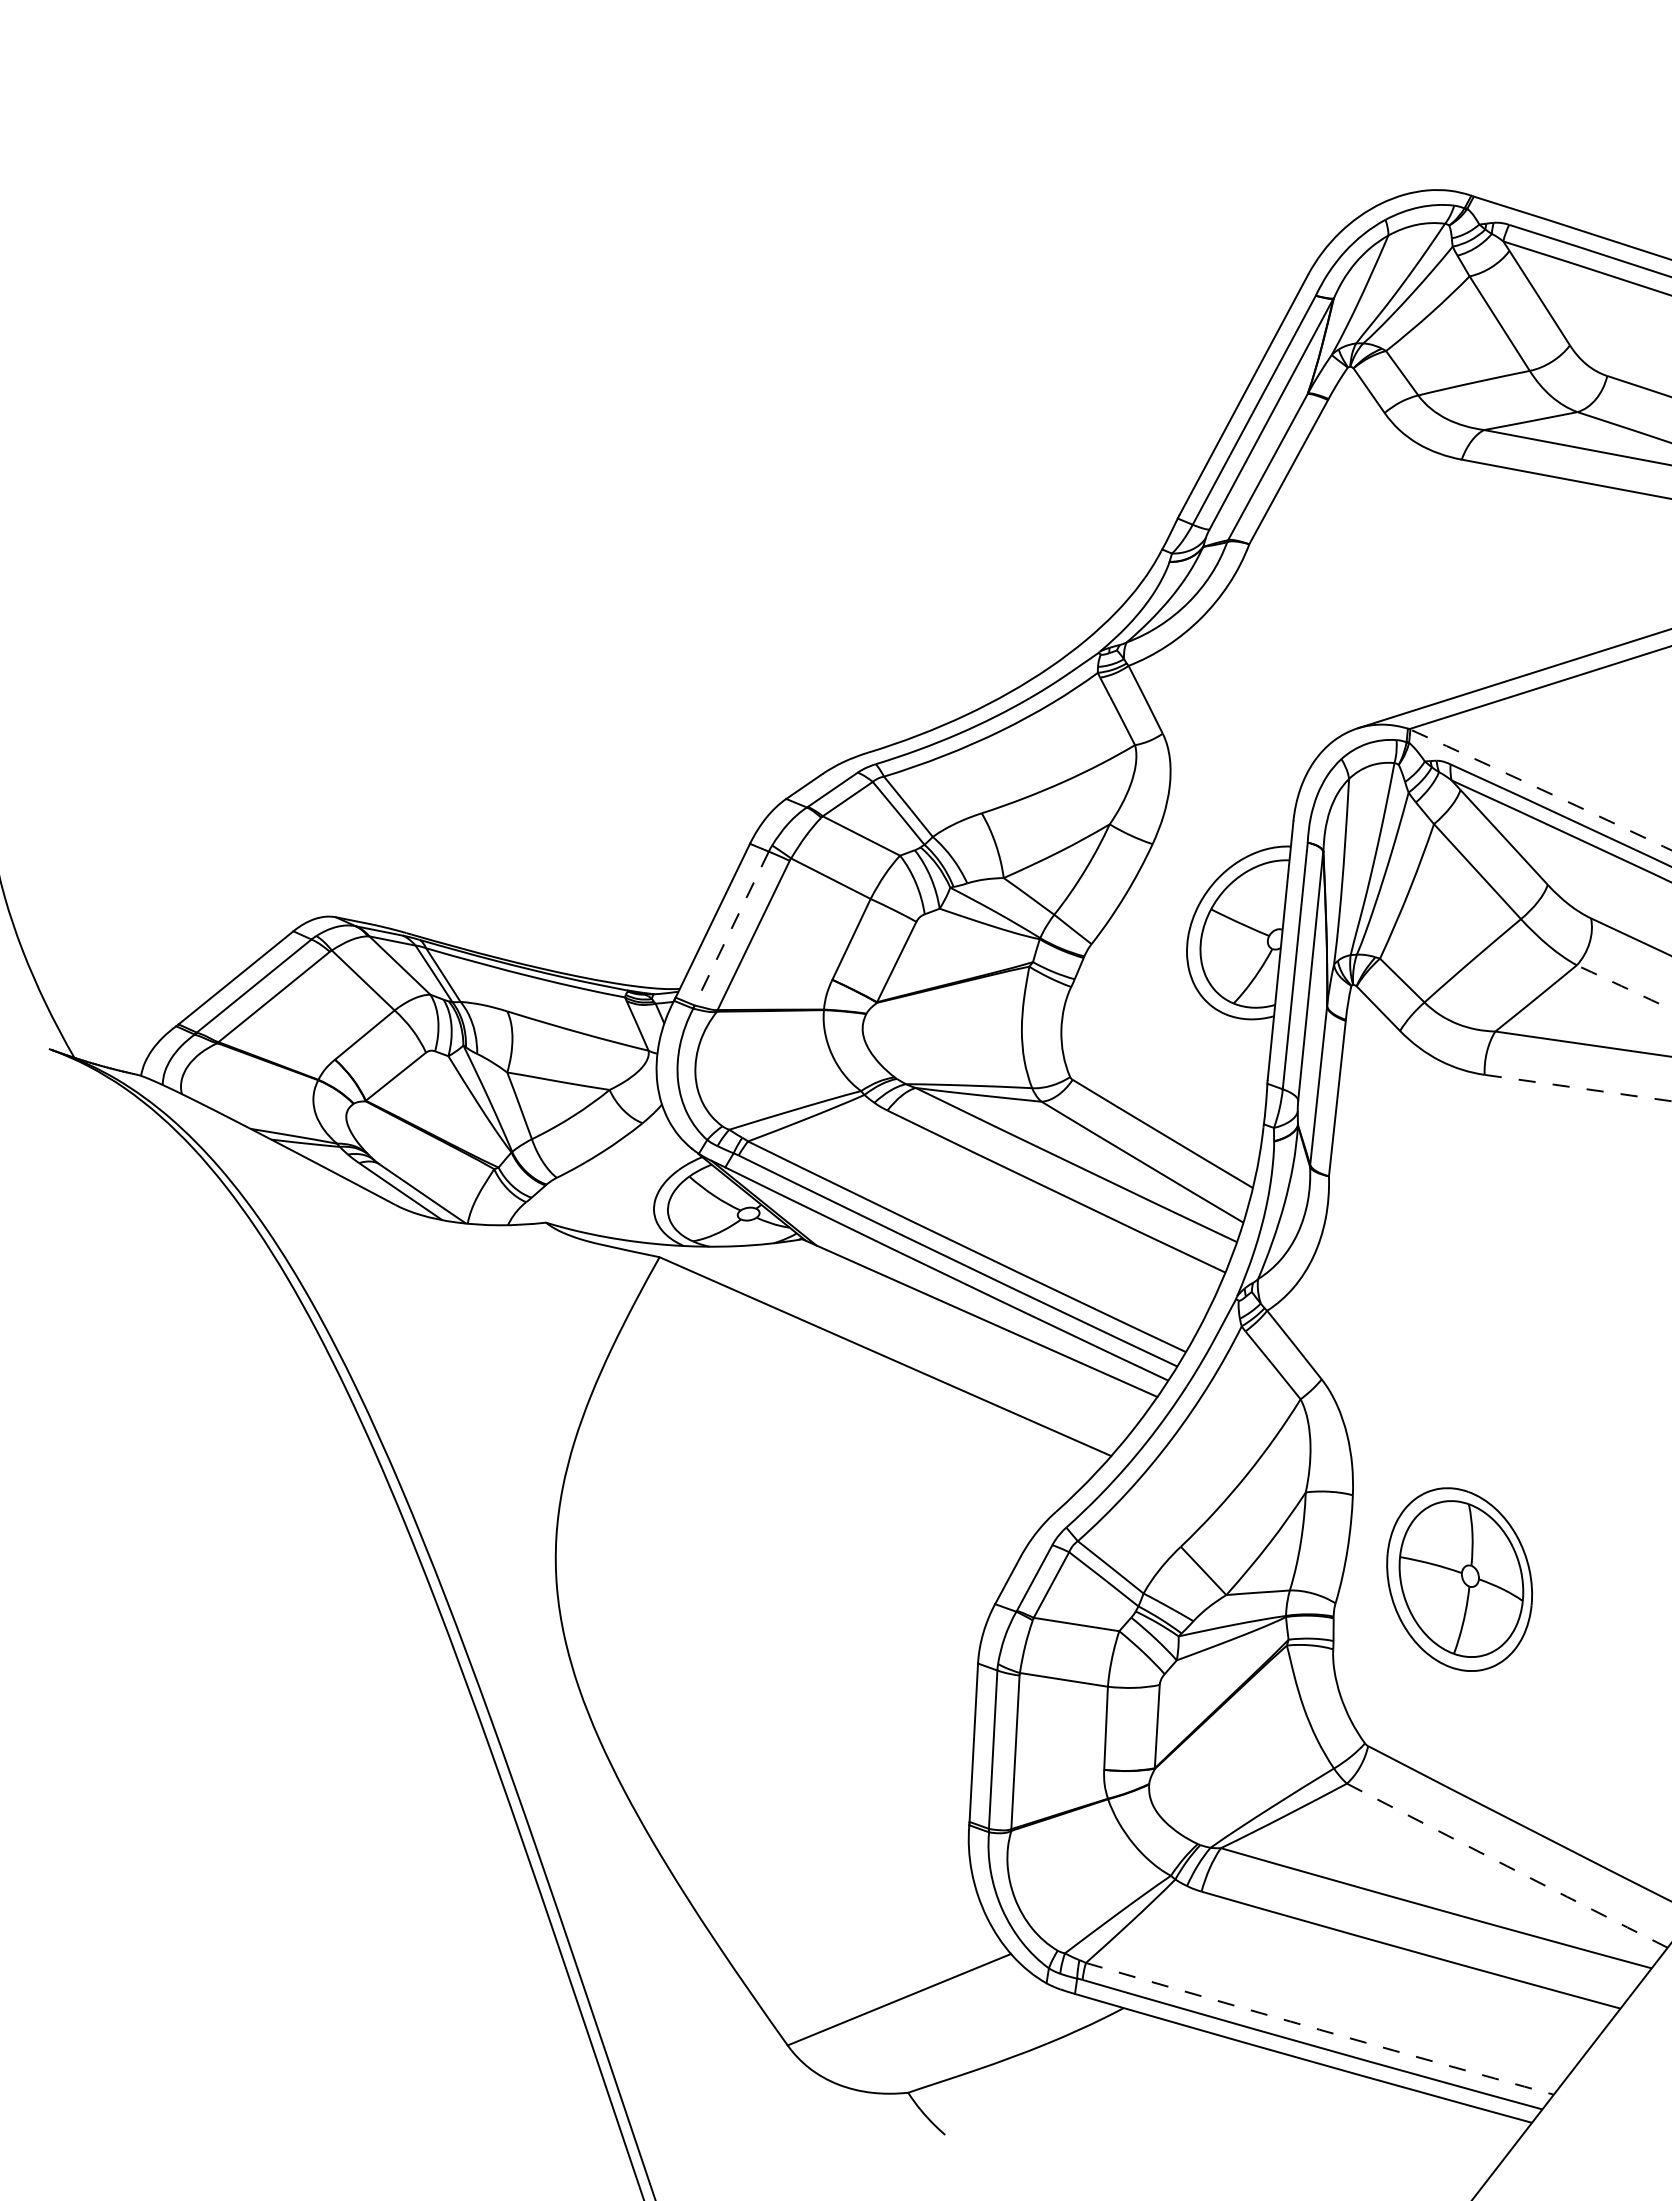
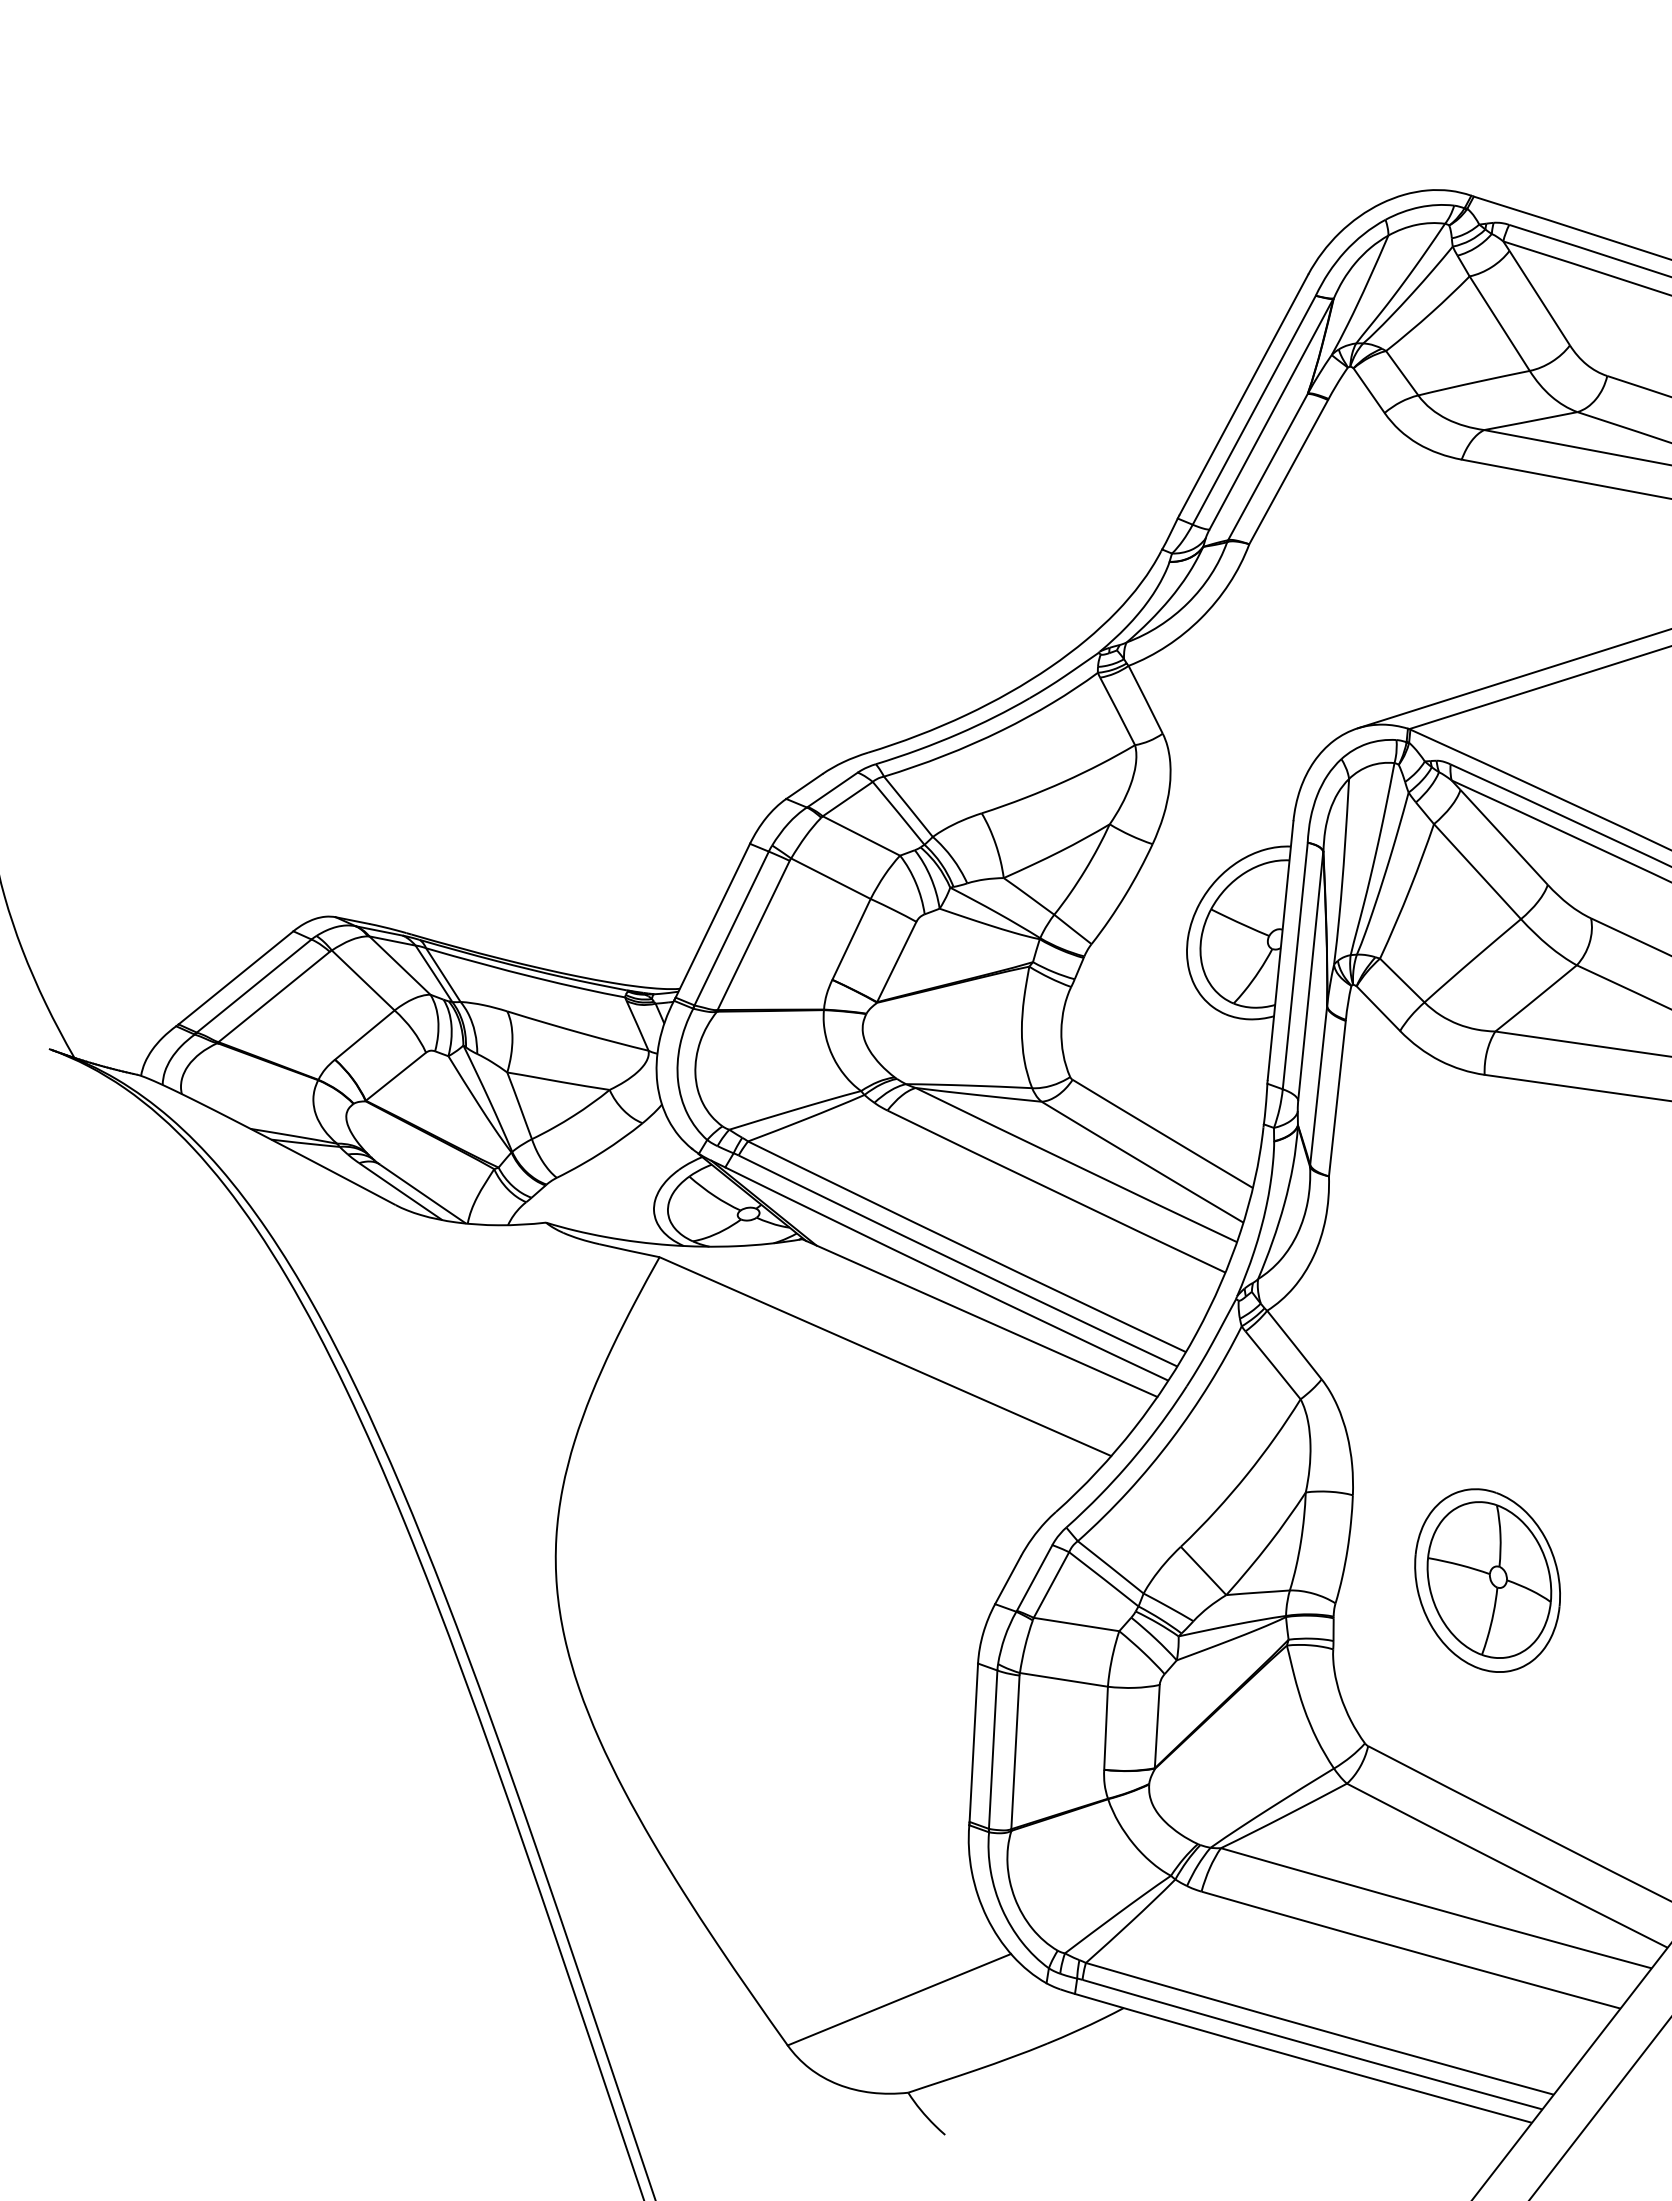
arc at (1541, 789): dashed -> solid
line at (731, 928): dashed -> solid
arc at (1624, 987): dashed -> solid
line at (1578, 1088): dashed -> solid
part at (1459, 1579) position: (1459, 1579) -> (1487, 1580)
arc at (1507, 1866): dashed -> solid
arc at (1319, 2029): dashed -> solid
line at (1599, 2108): none -> present
